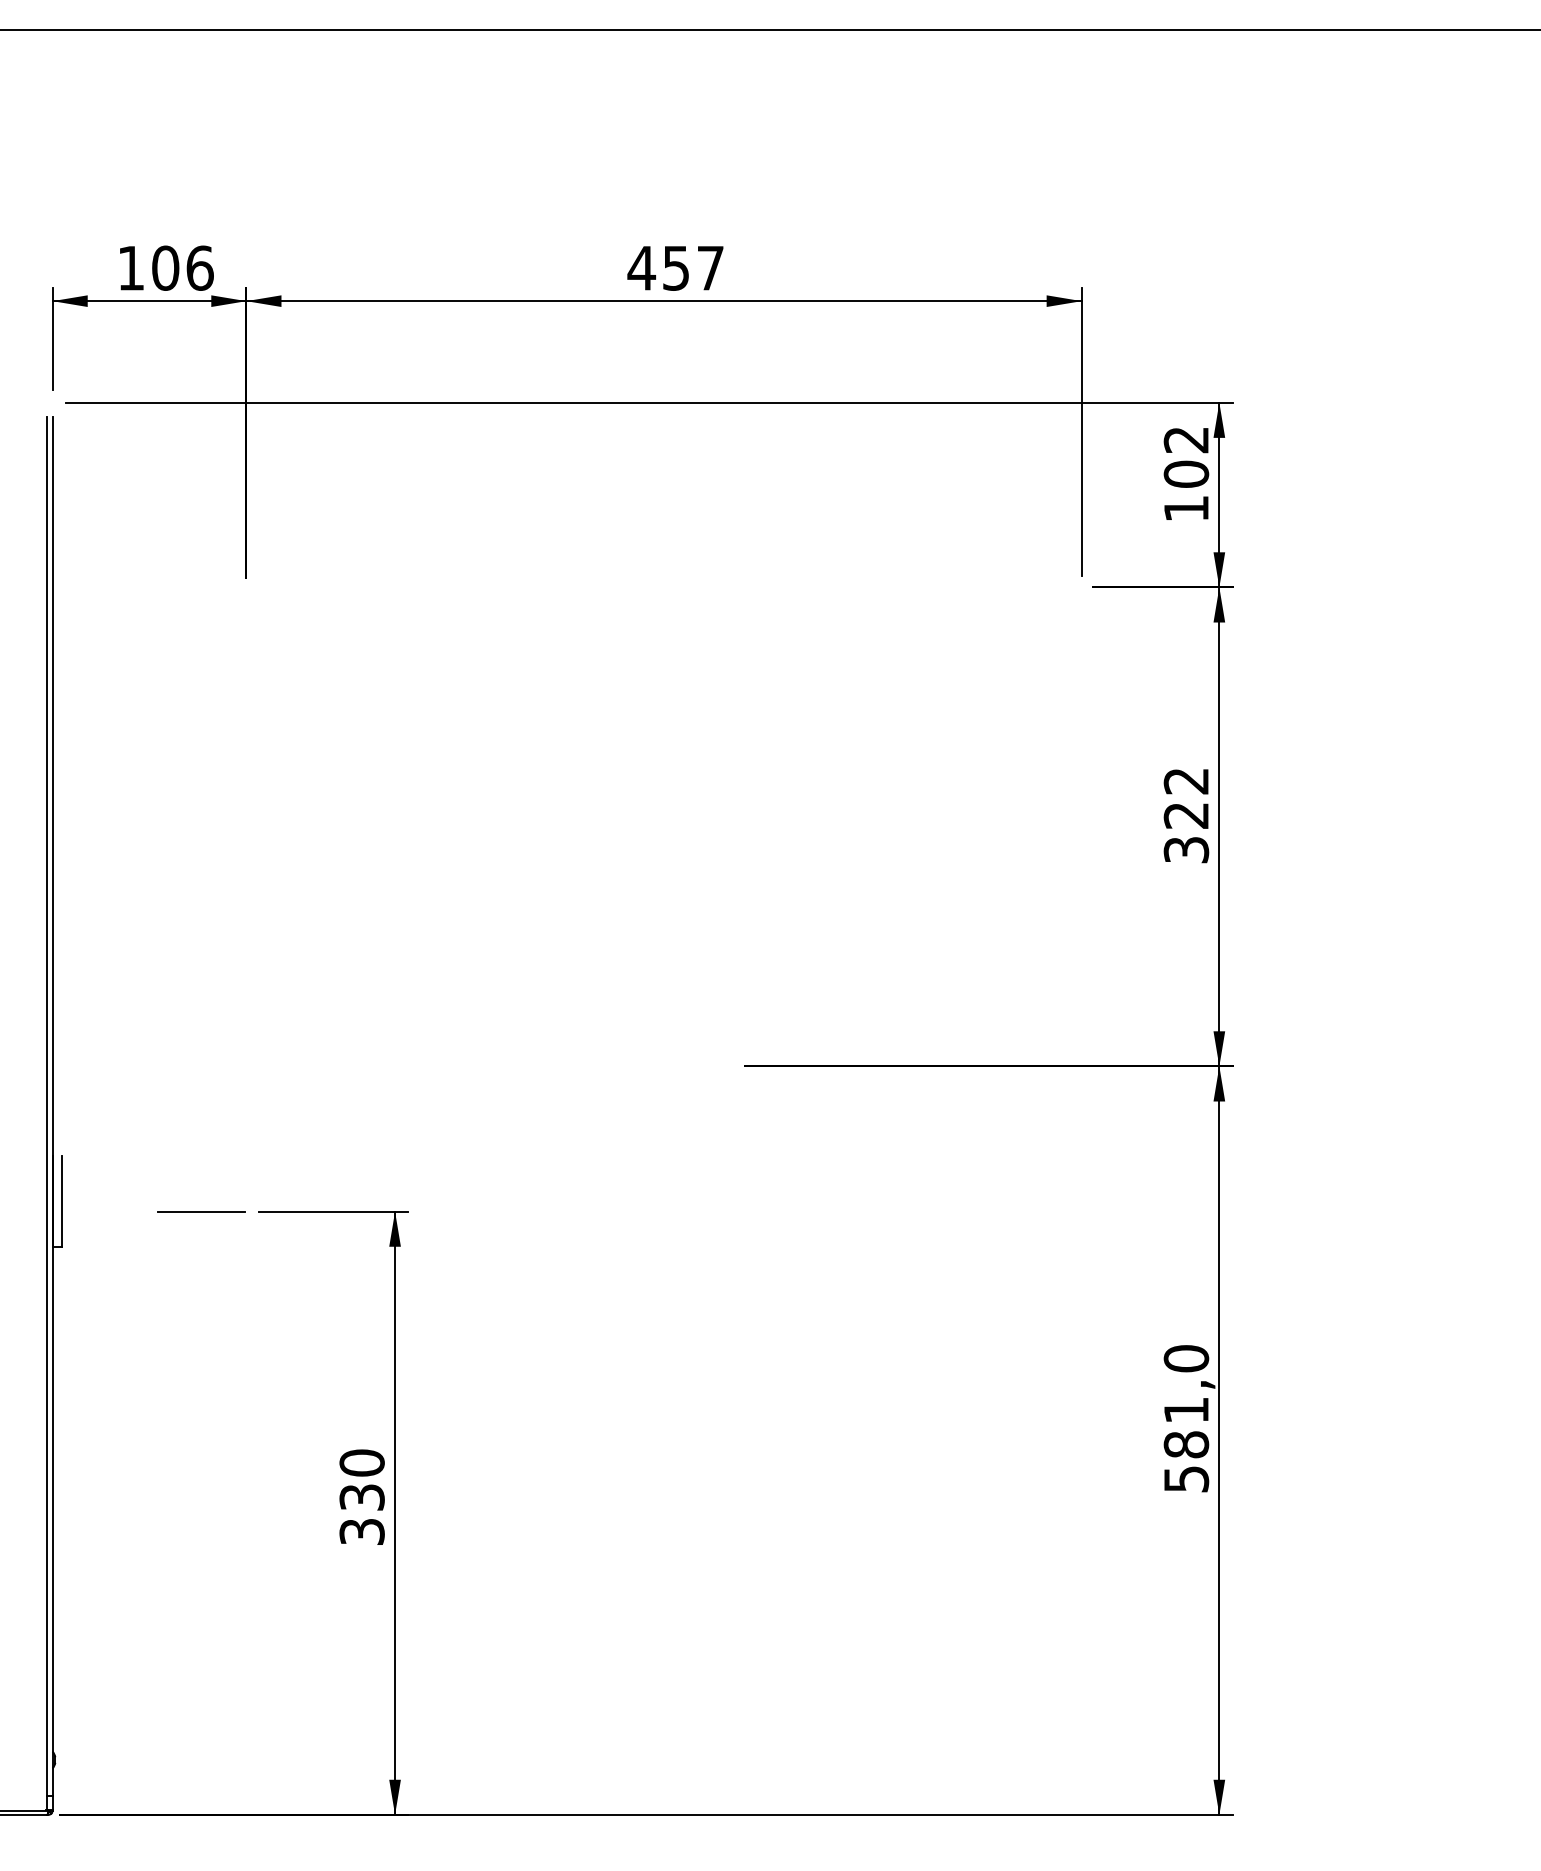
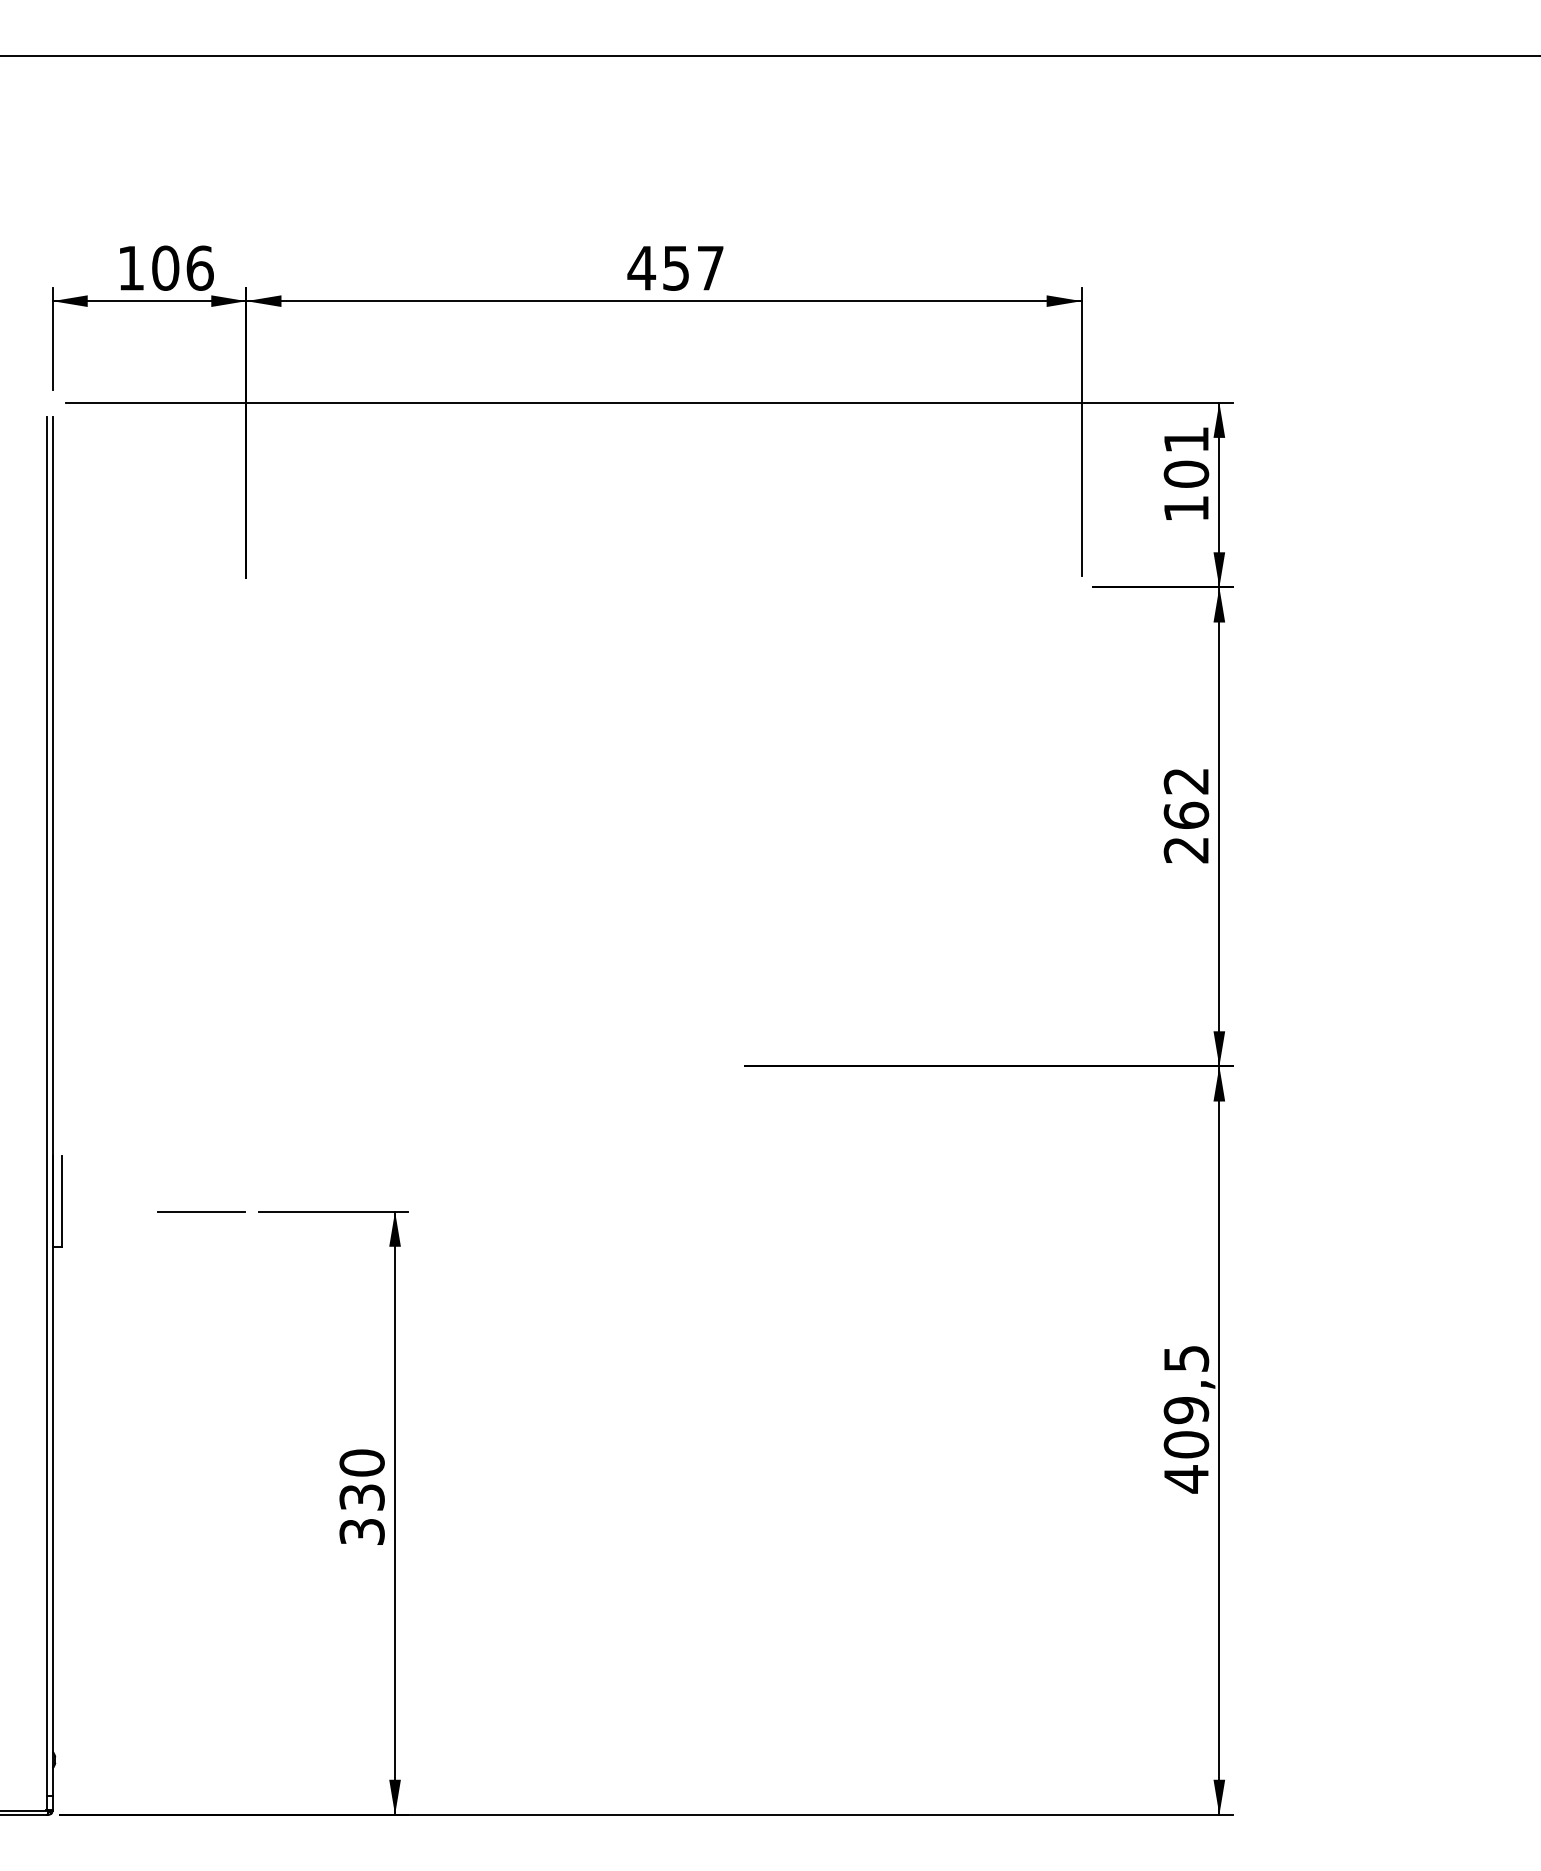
line at (769, 30) position: (769, 30) -> (769, 56)
text at (1185, 440): 102 -> 101
text at (1186, 832): 322 -> 262
text at (1186, 1419): 581,0 -> 409,5
